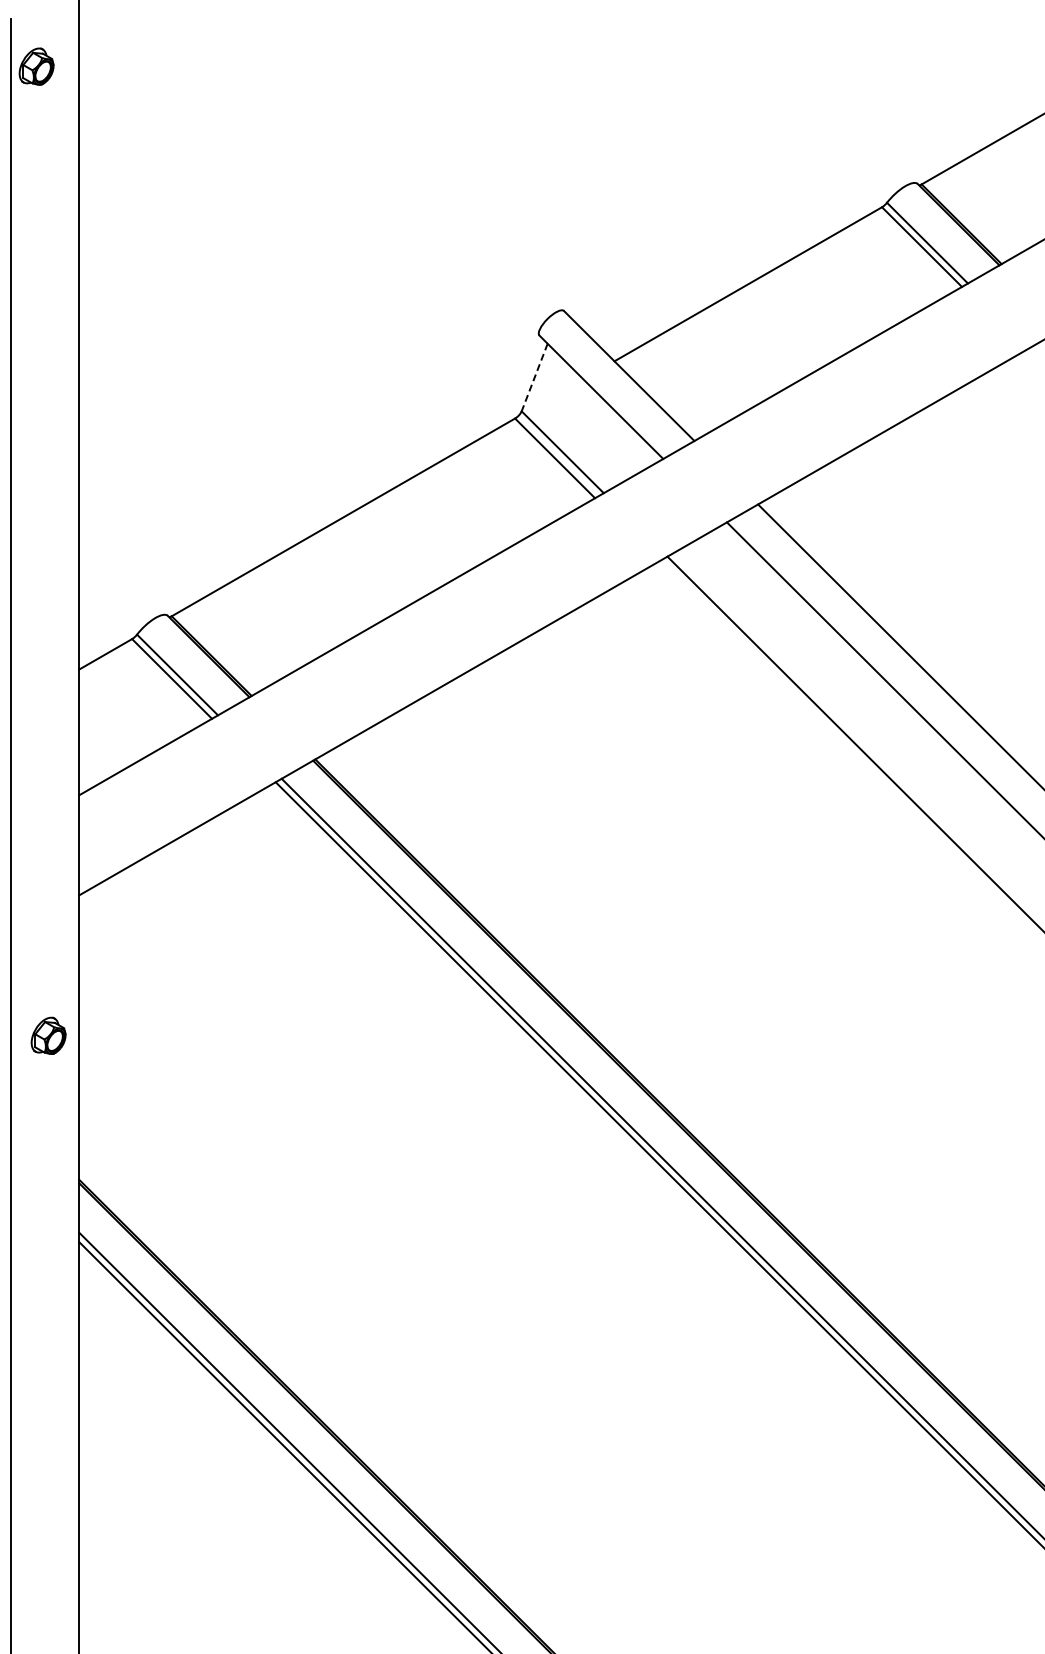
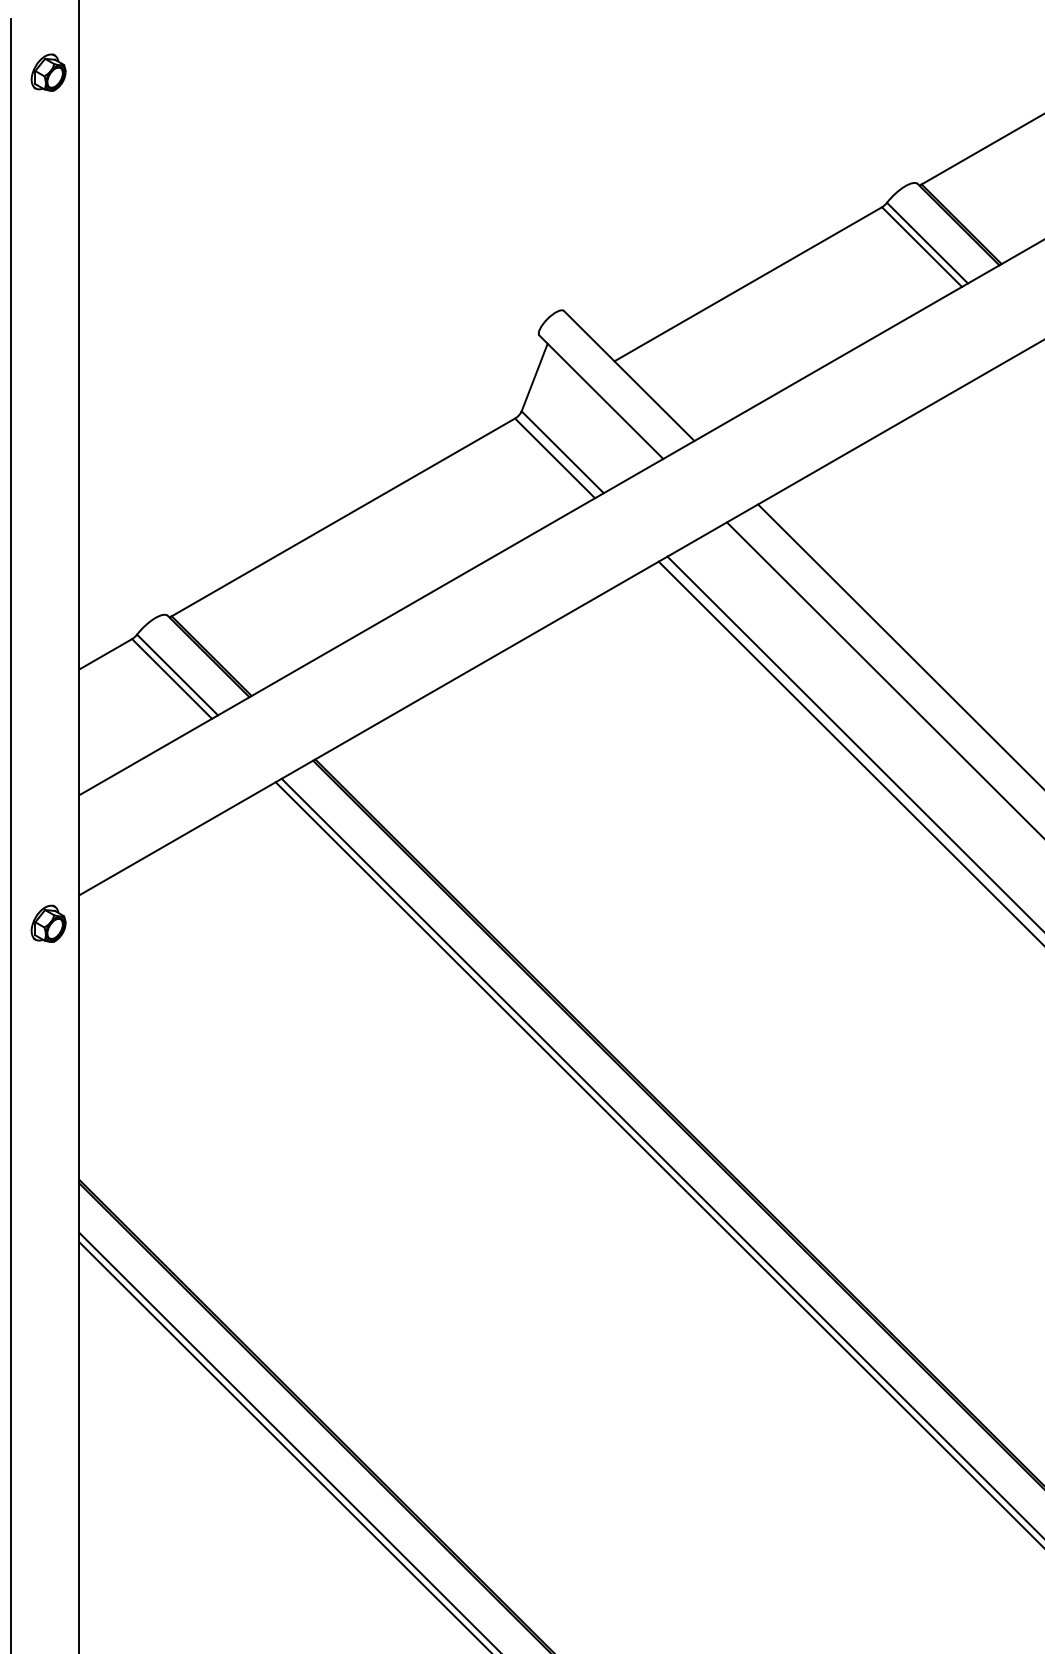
part at (36, 66) position: (36, 66) -> (48, 72)
line at (534, 378): dashed -> solid
line at (849, 752): none -> present
part at (48, 1035) position: (48, 1035) -> (48, 923)
